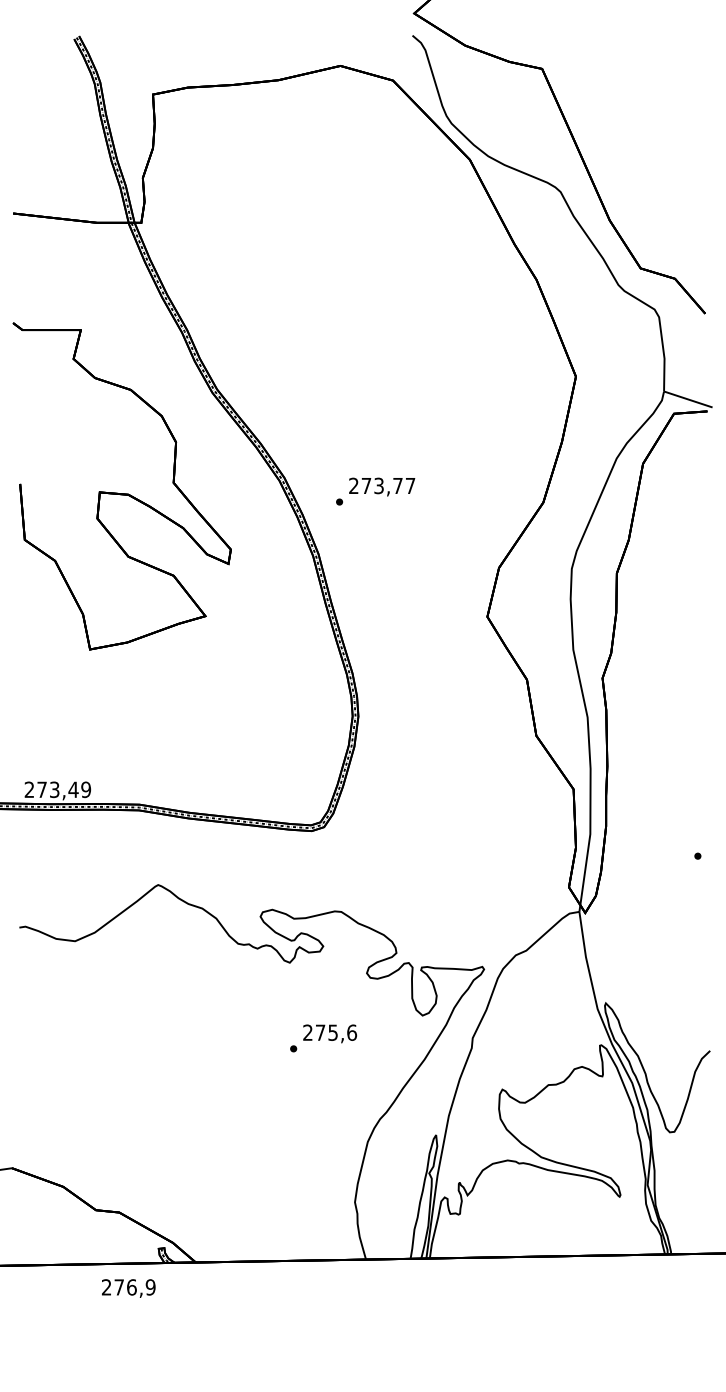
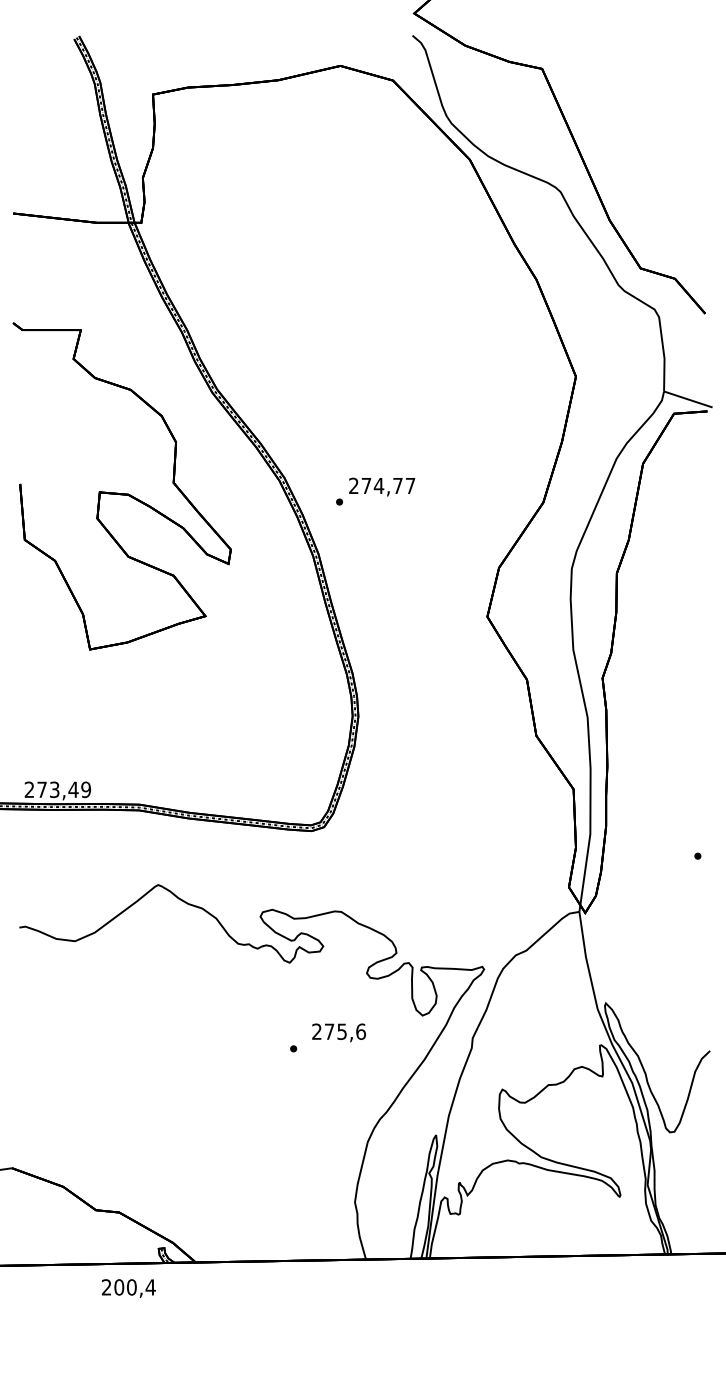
text at (378, 485): 273,77 -> 274,77
text at (330, 1033) position: (330, 1033) -> (339, 1032)
text at (134, 1287): 276,9 -> 200,4
